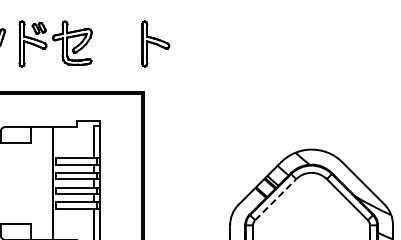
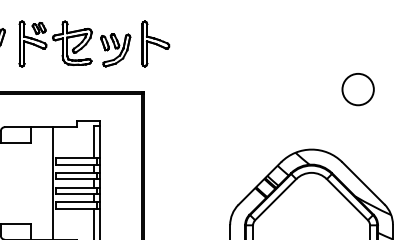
part at (115, 50): none -> present
circle at (357, 89): none -> present
line at (276, 199): dashed -> solid
